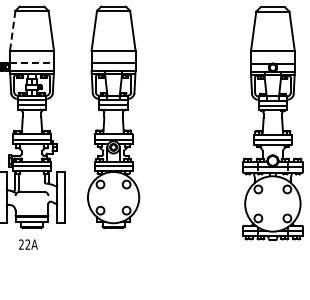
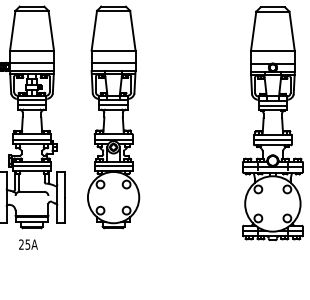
line at (12, 30): dashed -> solid
line at (32, 62): dashed -> solid
text at (27, 244): 22A -> 25A
